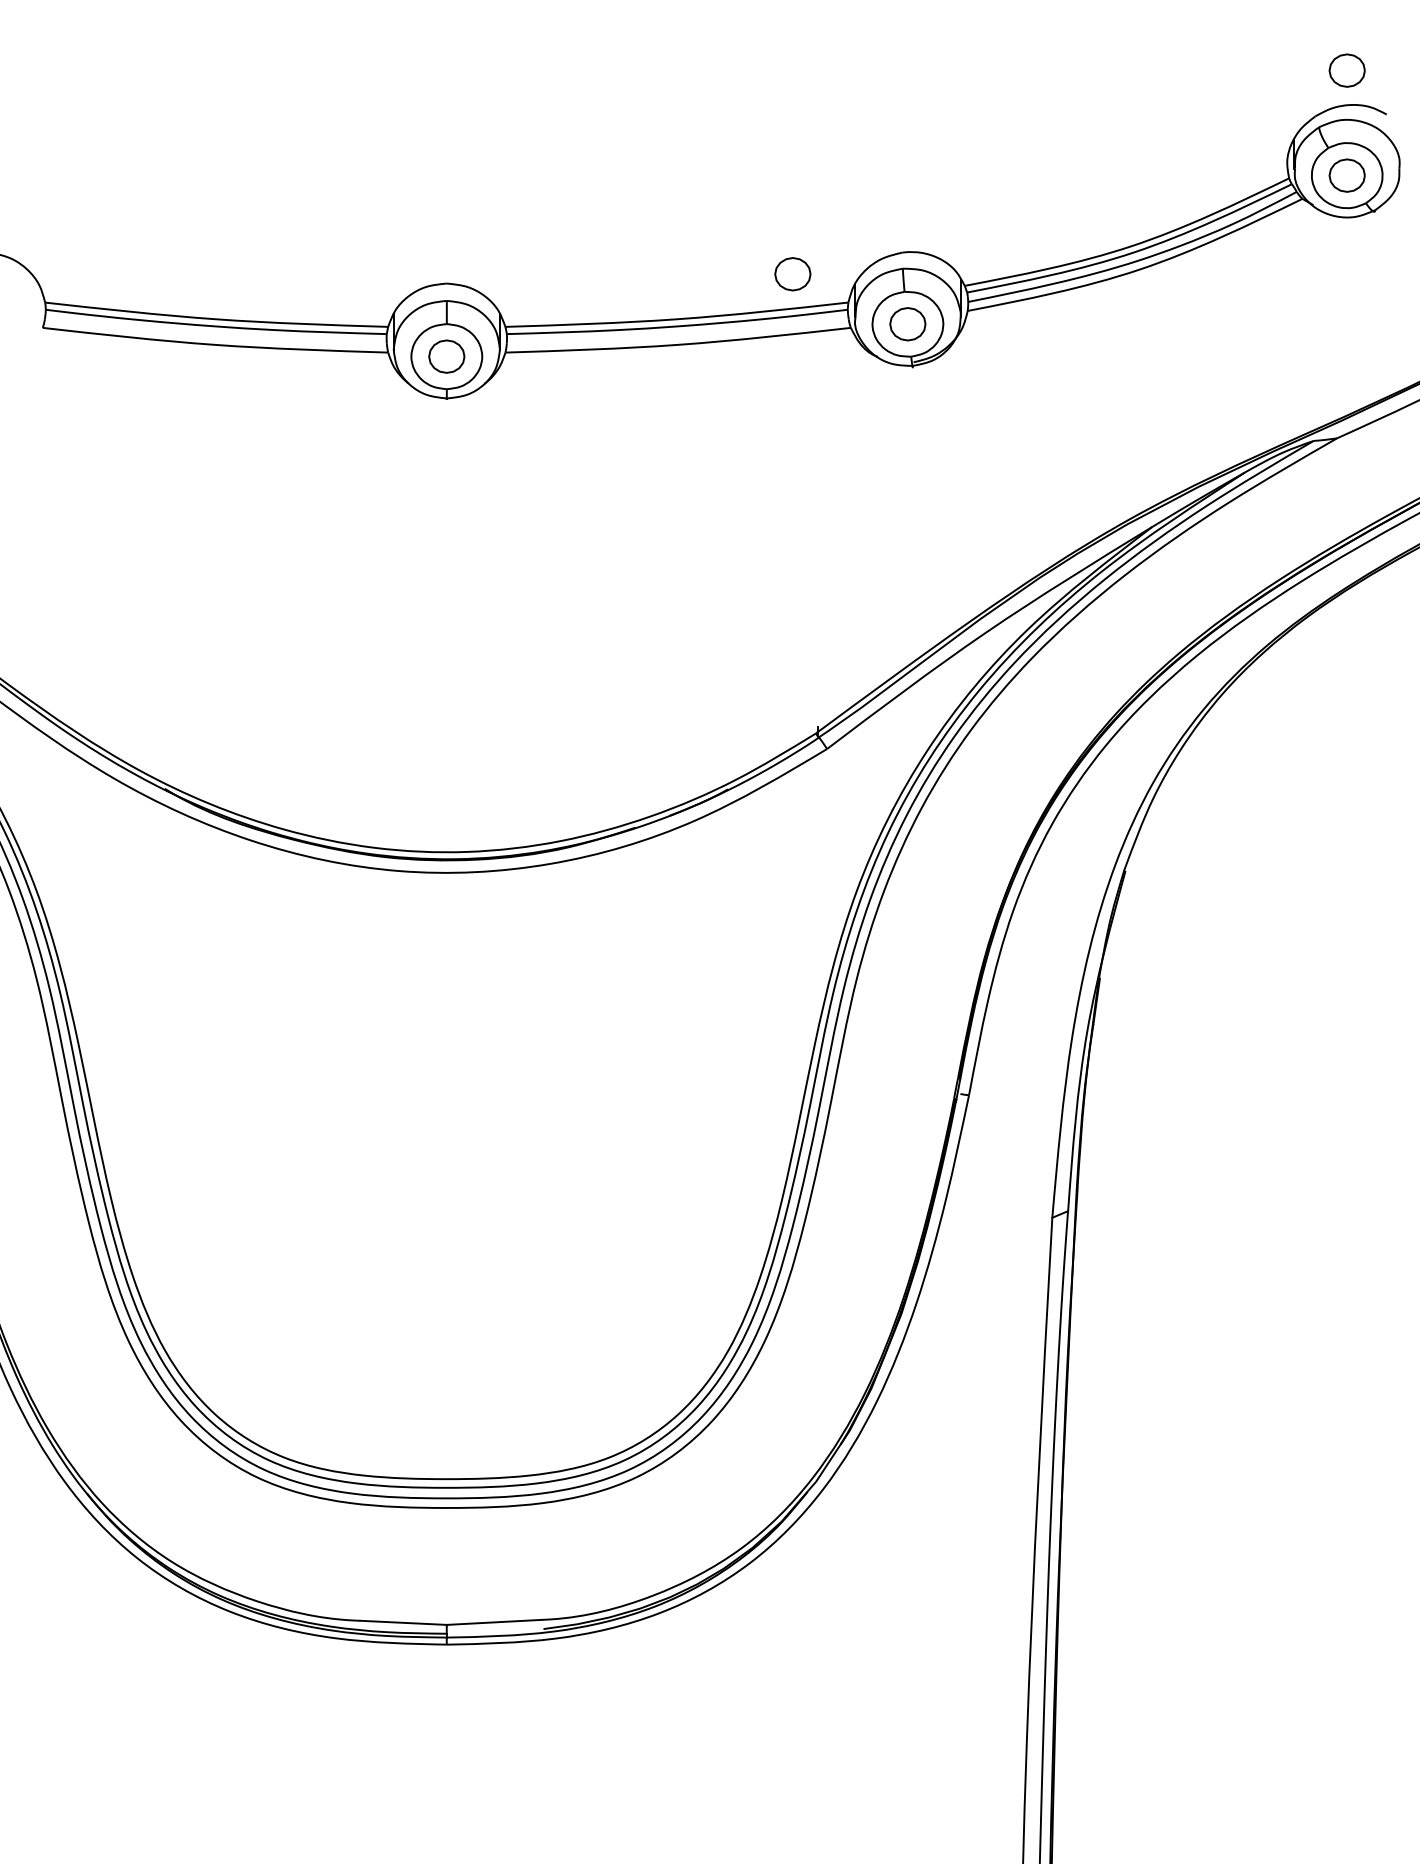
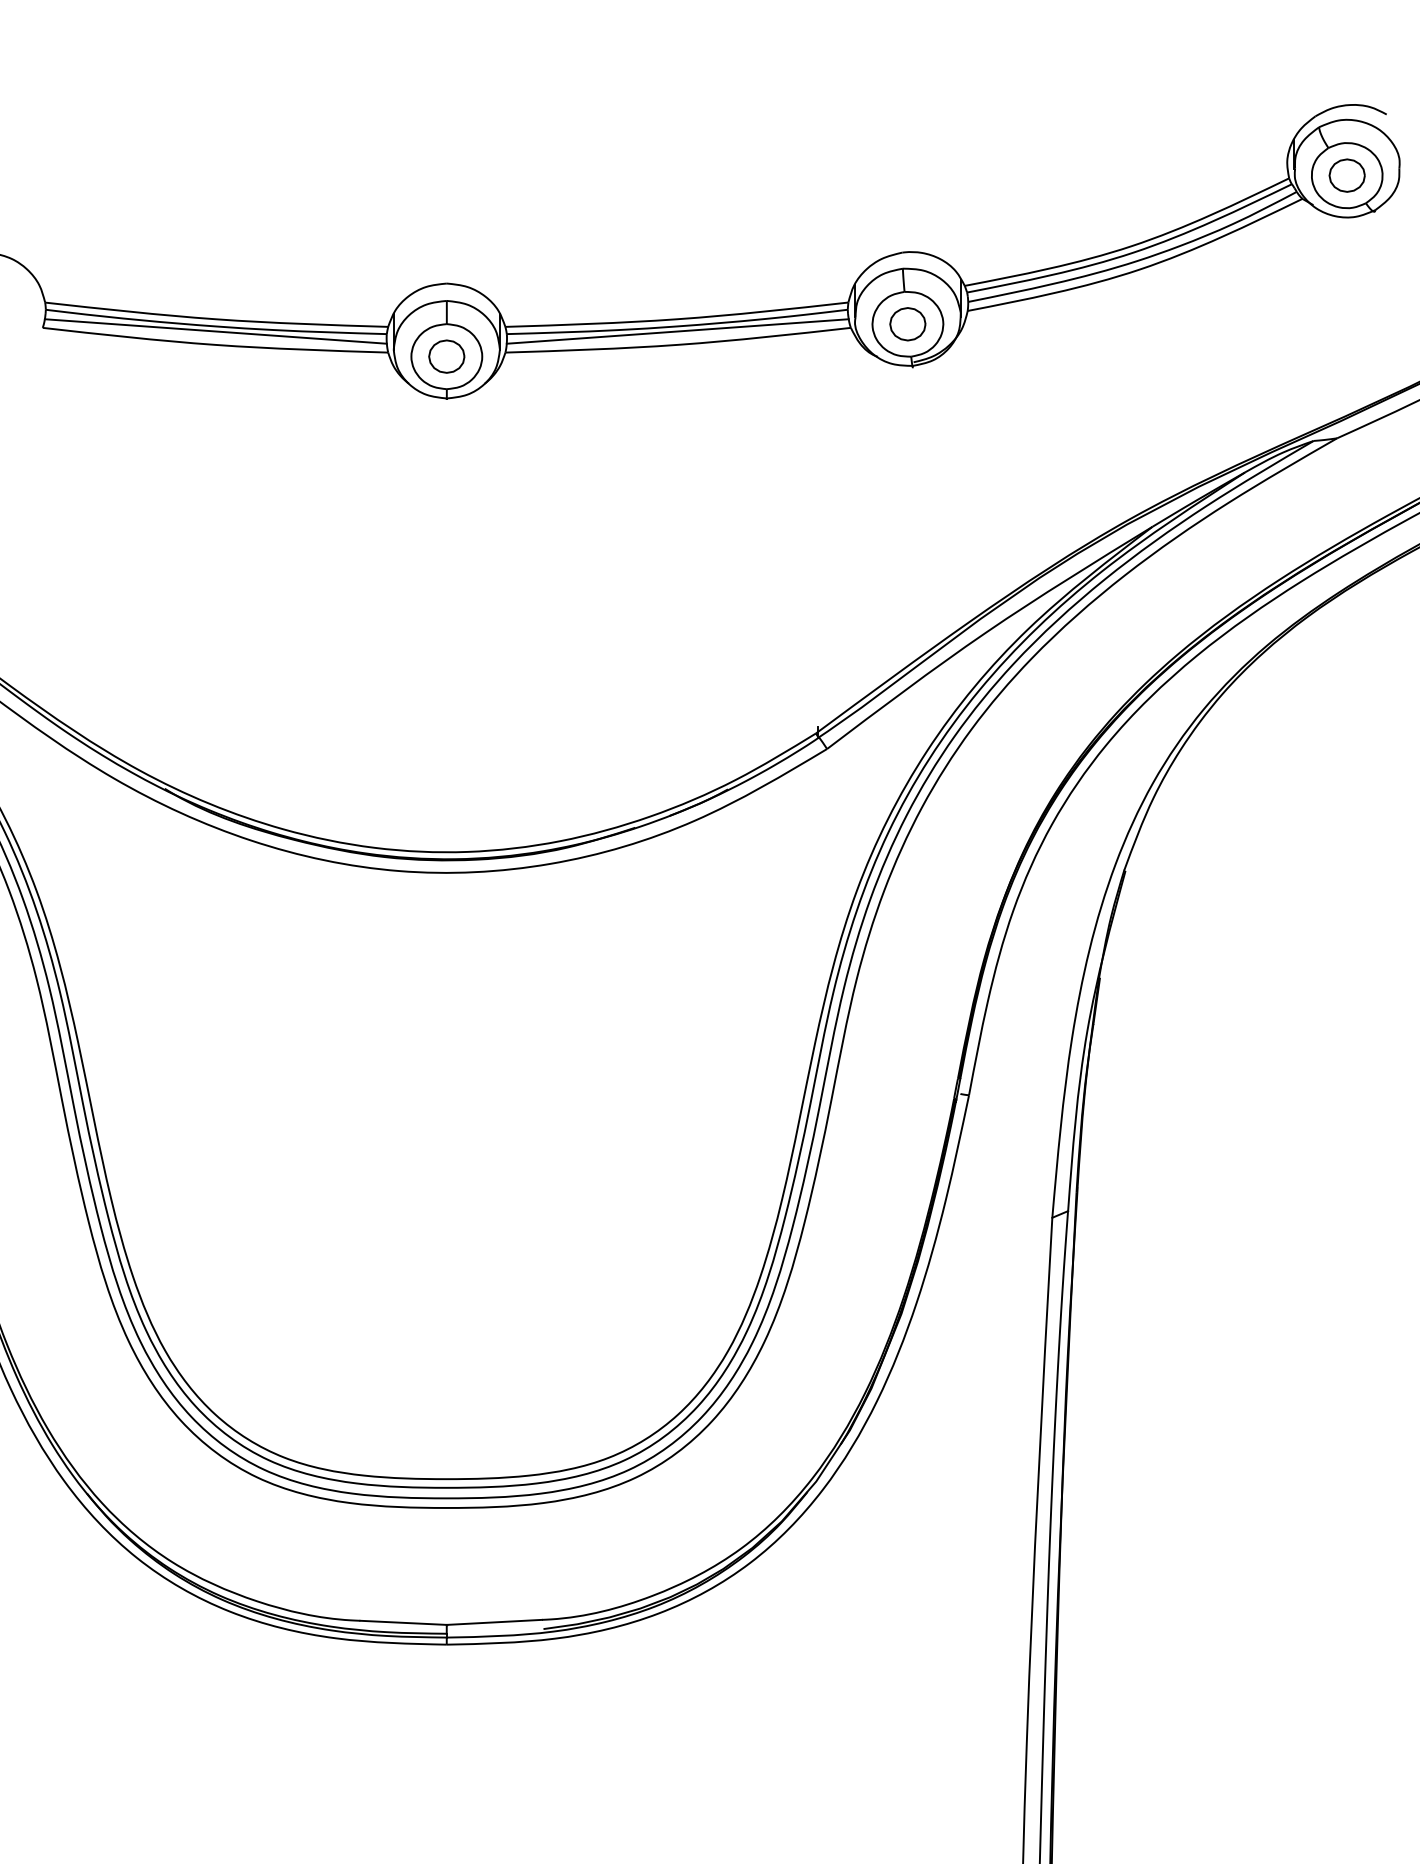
part at (1346, 70): present -> none
part at (792, 274): present -> none
line at (215, 331): none -> present
line at (677, 331): none -> present
